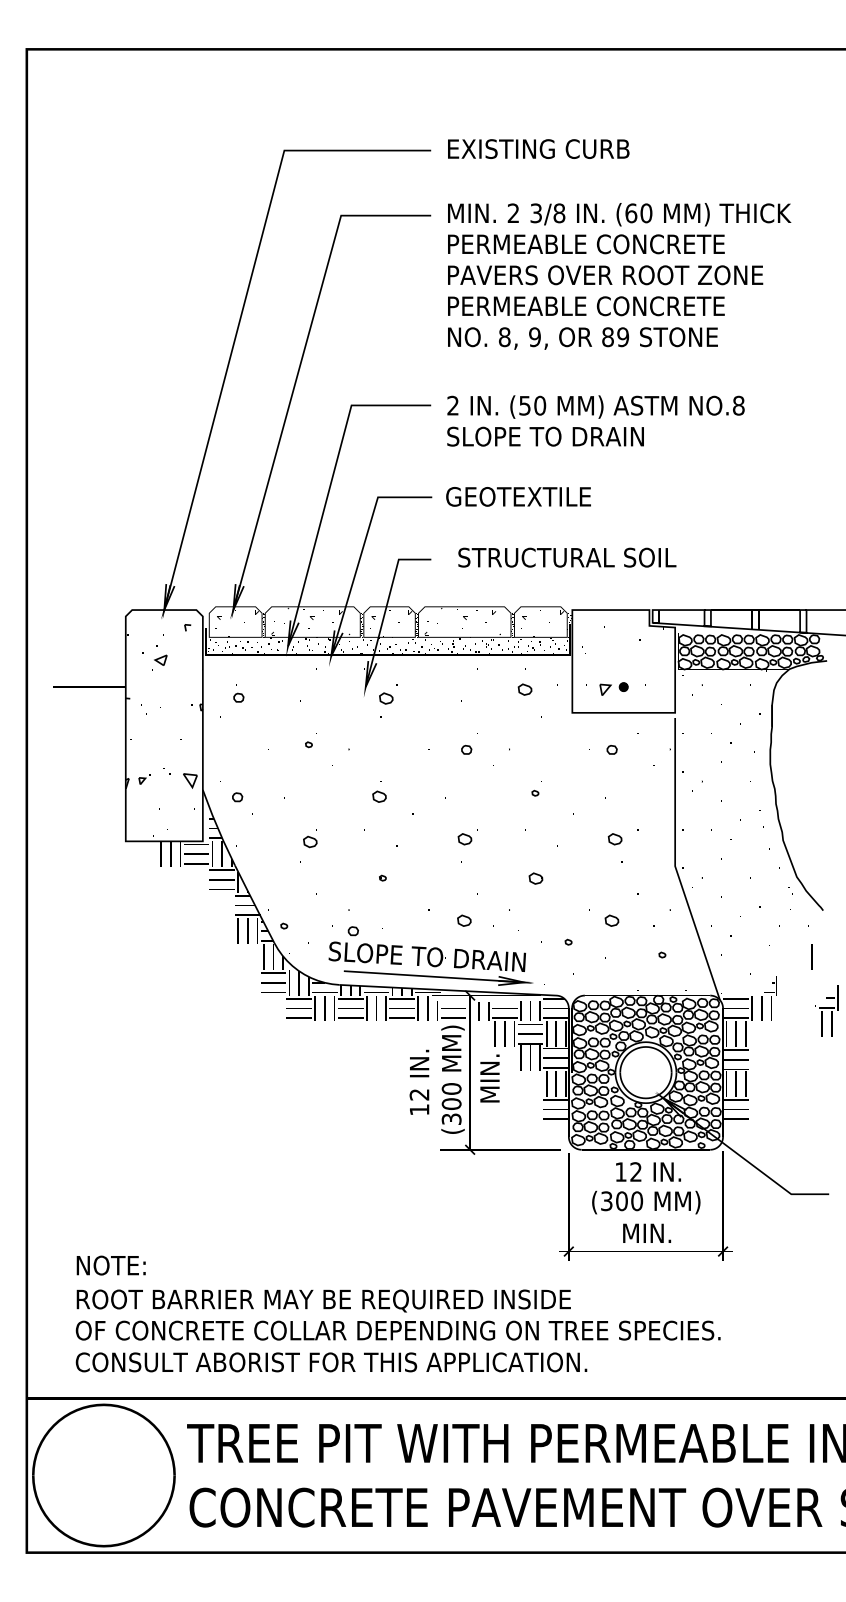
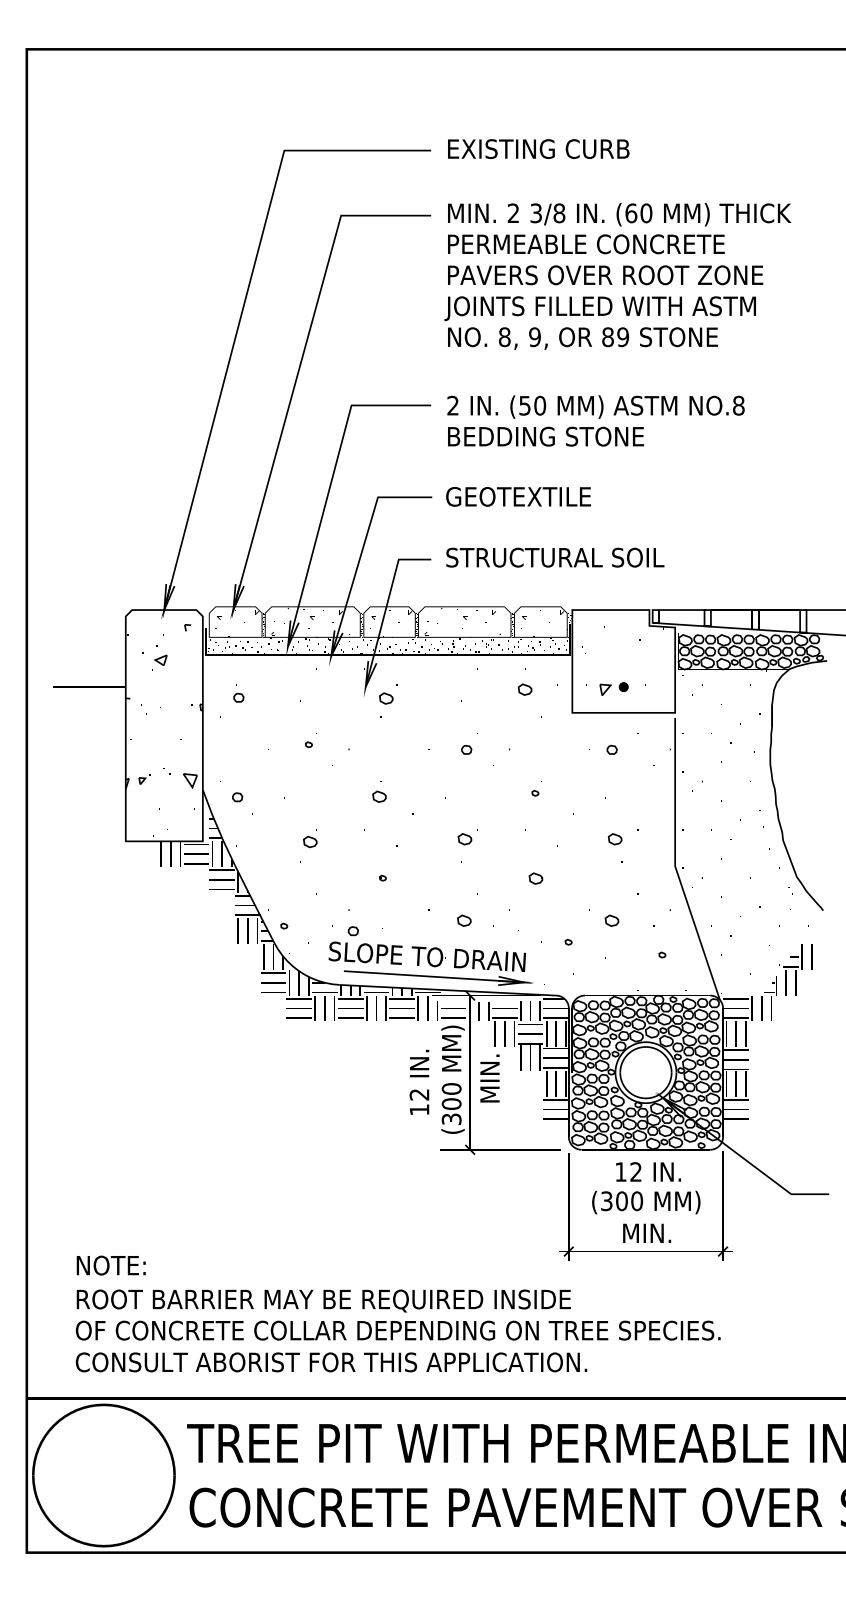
text at (599, 308): PERMEABLE CONCRETE -> JOINTS FILLED WITH ASTM
text at (545, 436): SLOPE TO DRAIN -> BEDDING STONE
text at (567, 557) position: (567, 557) -> (555, 557)
part at (826, 1010) position: (826, 1010) -> (790, 969)
